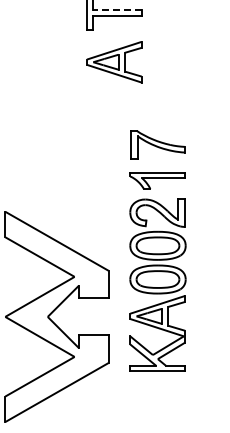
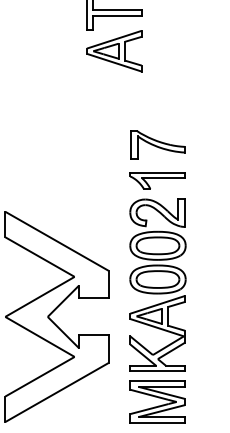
line at (117, 10): dashed -> solid
part at (114, 62) position: (114, 62) -> (114, 51)
part at (157, 401): none -> present
